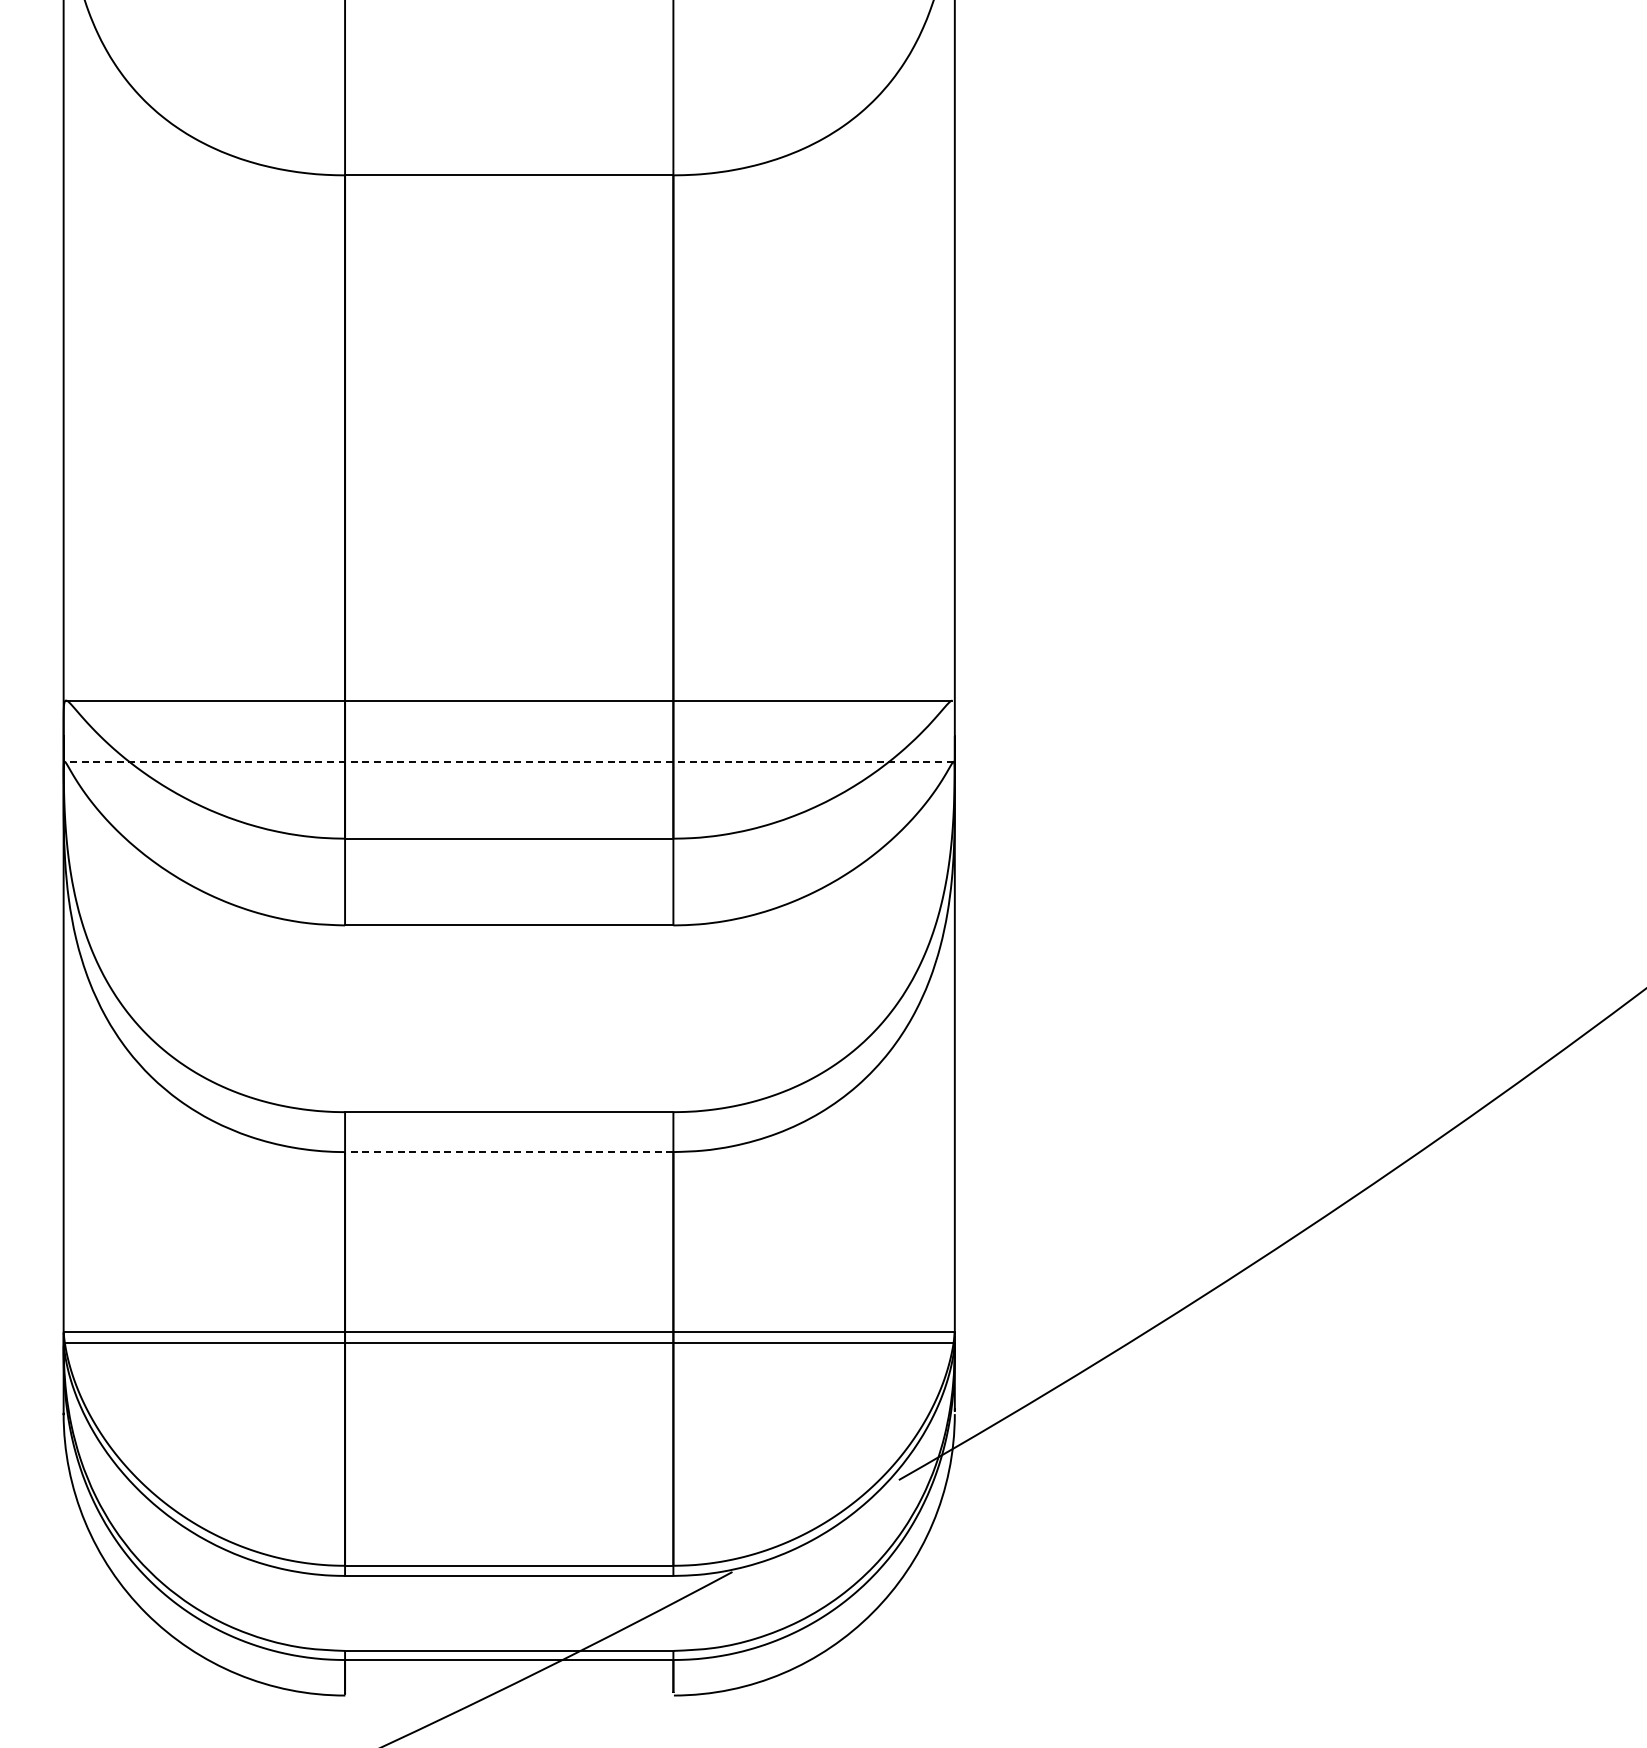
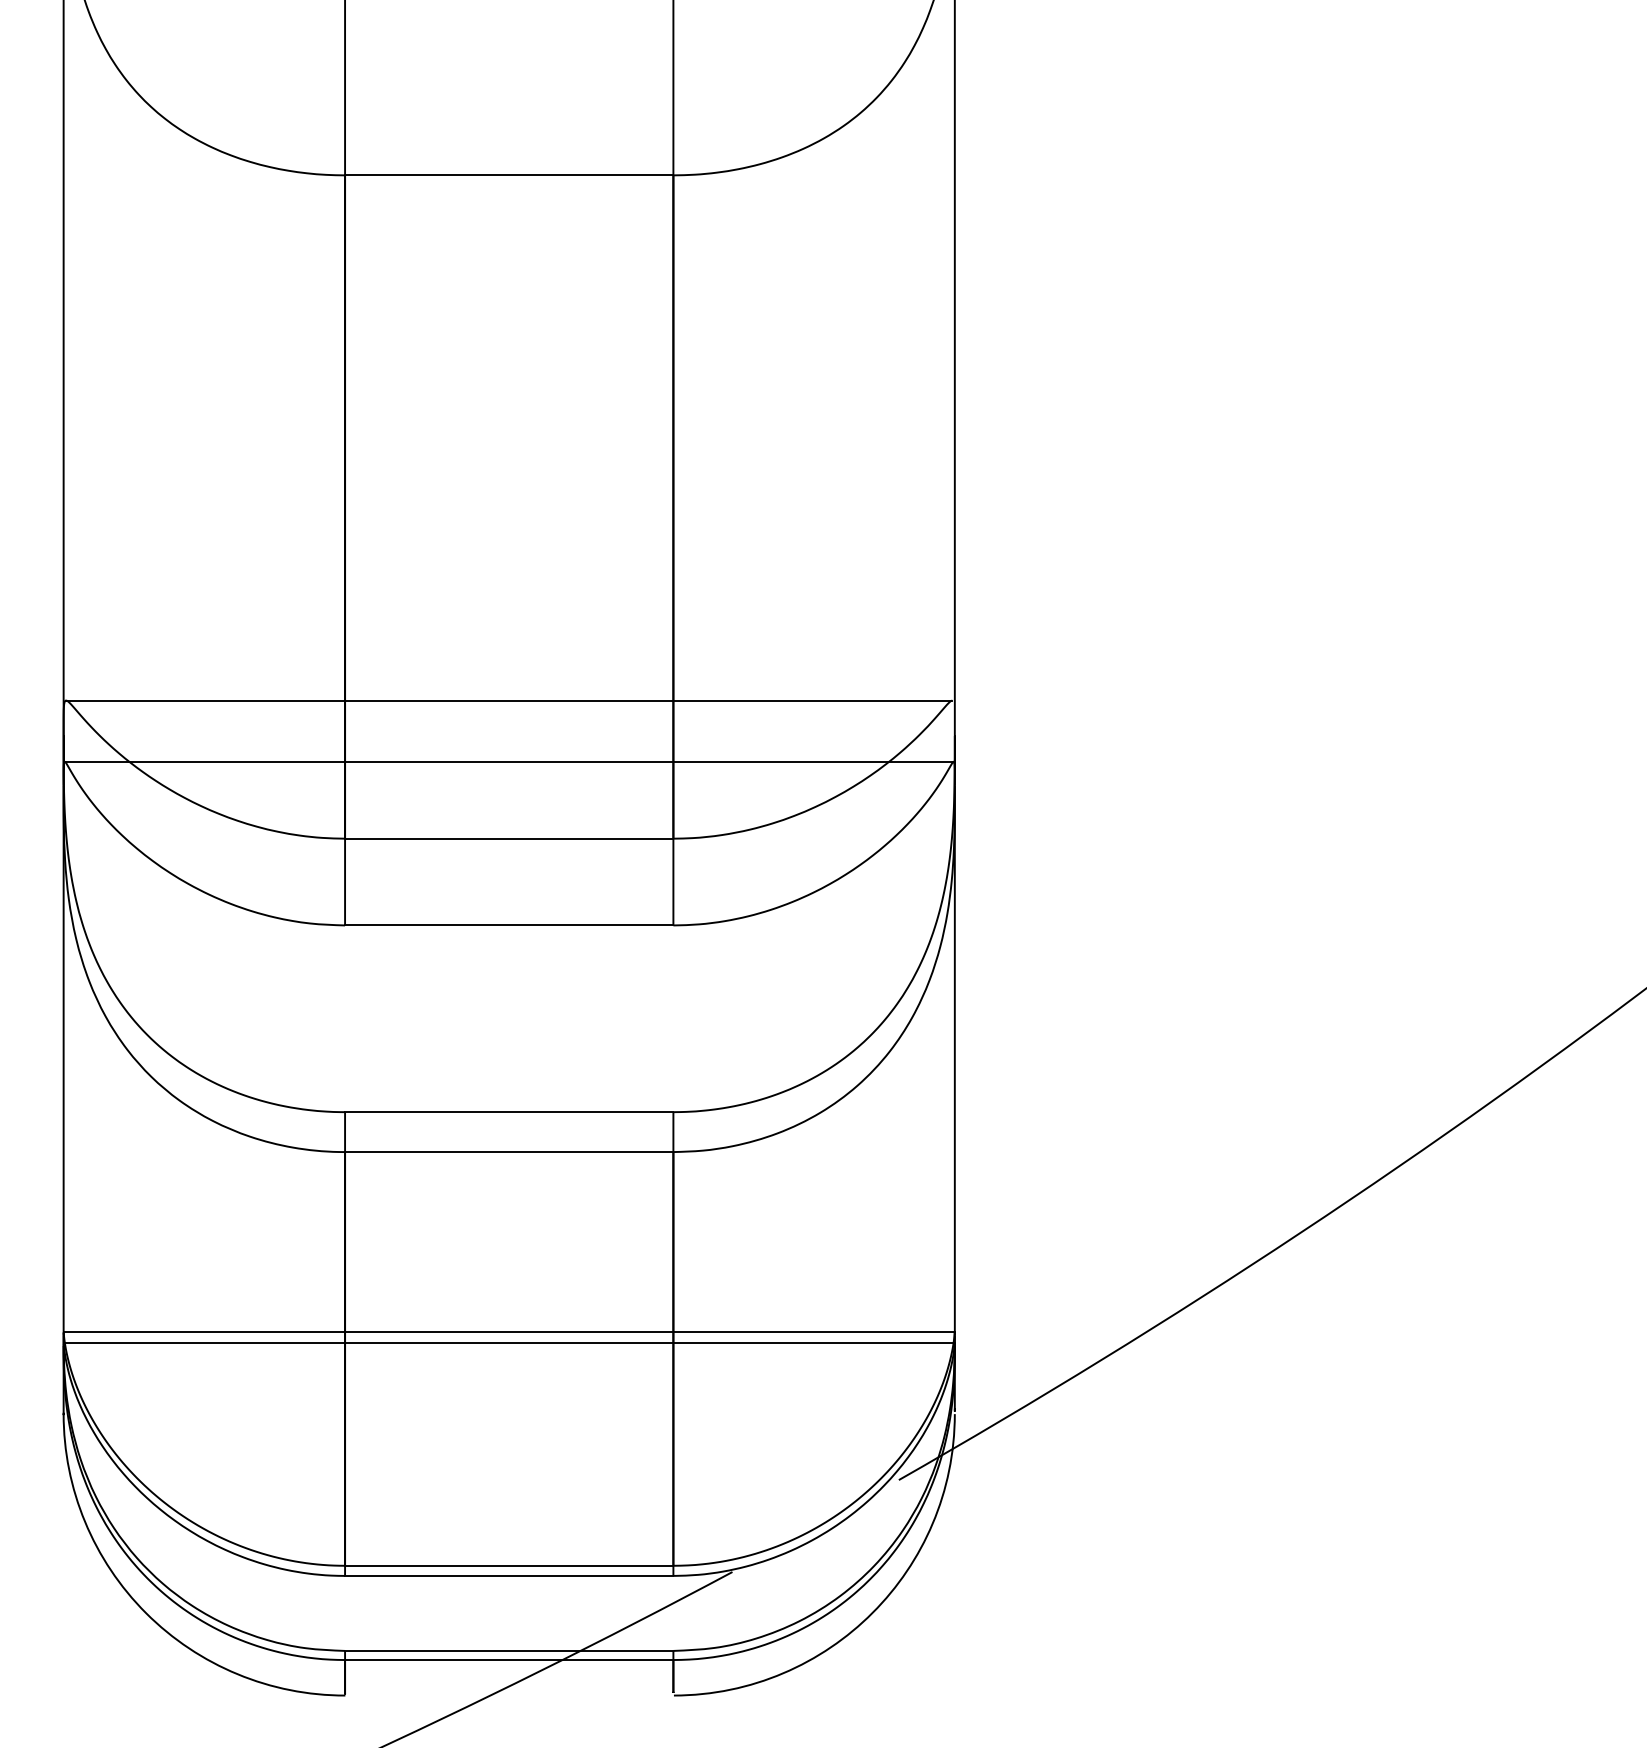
line at (508, 761): dashed -> solid
line at (508, 1152): dashed -> solid
